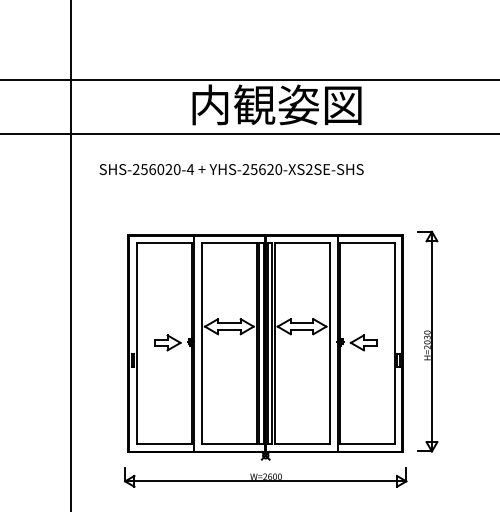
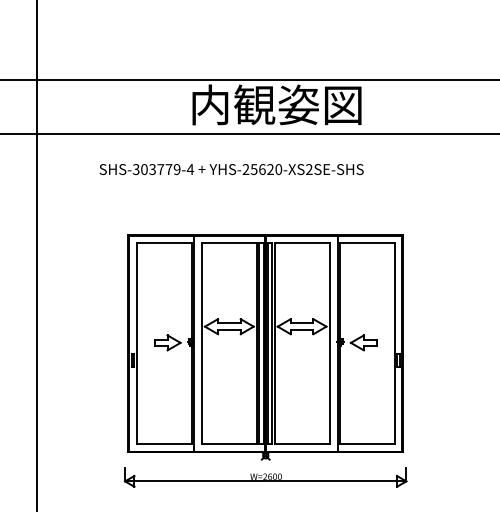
text at (156, 169): SHS-256020-4 -> SHS-303779-4
line at (71, 255) position: (71, 255) -> (37, 255)
part at (427, 341): present -> none
